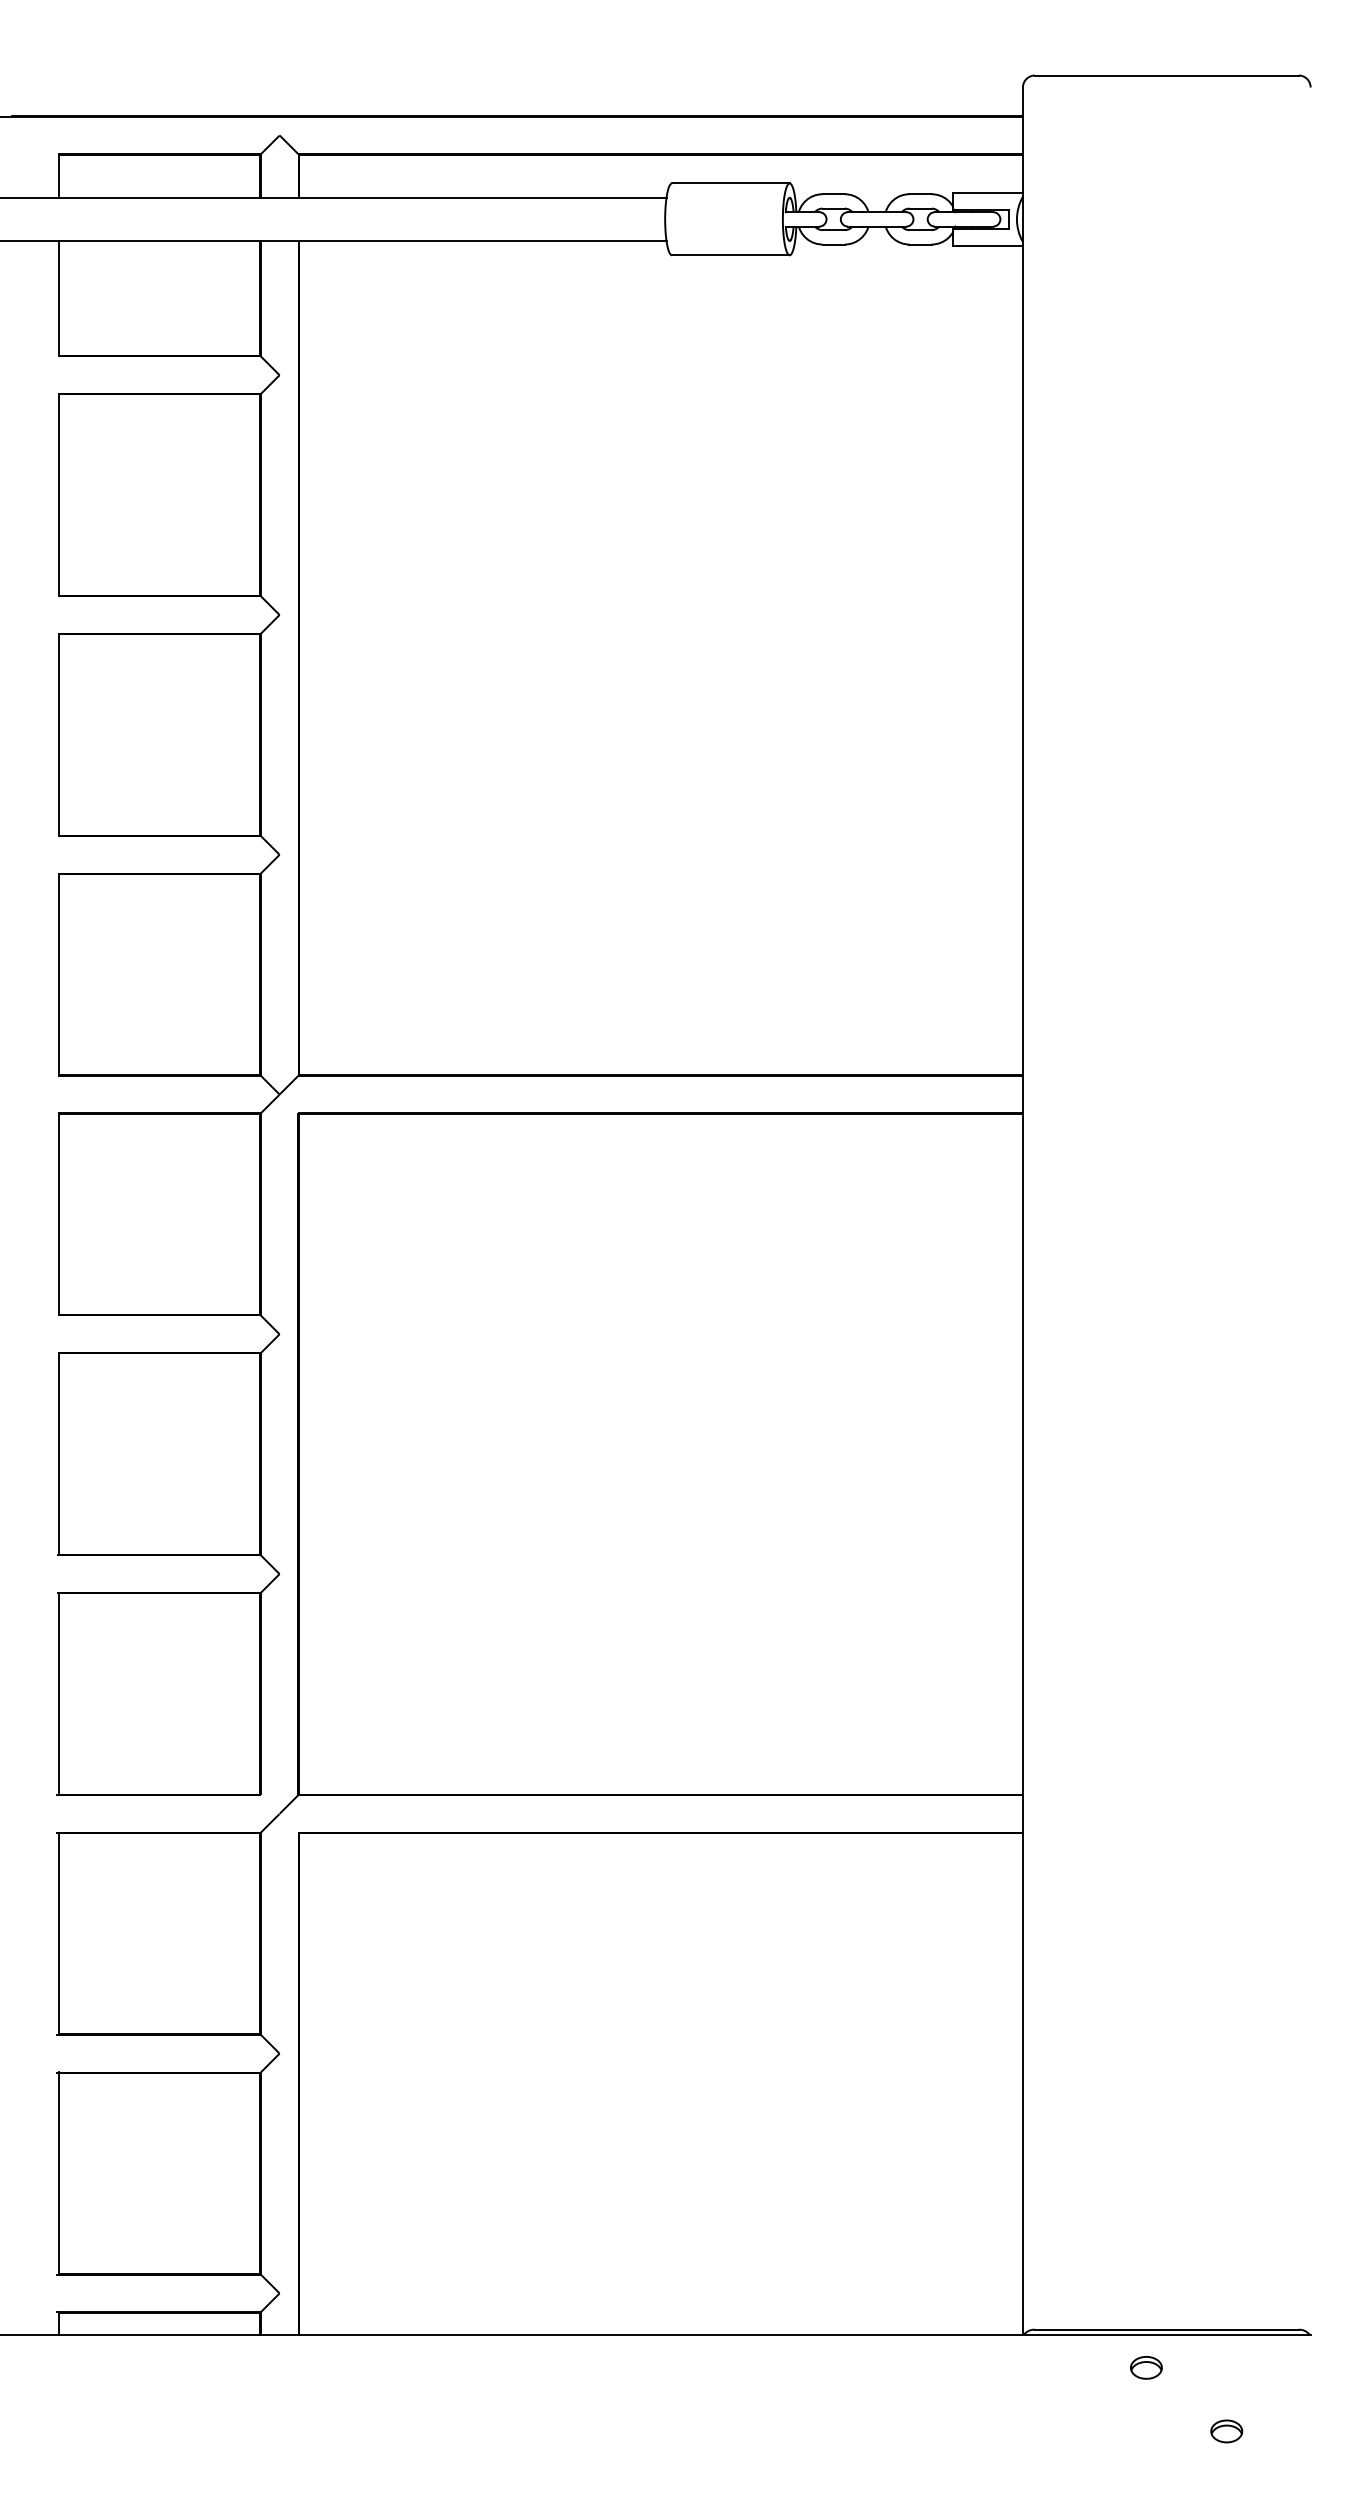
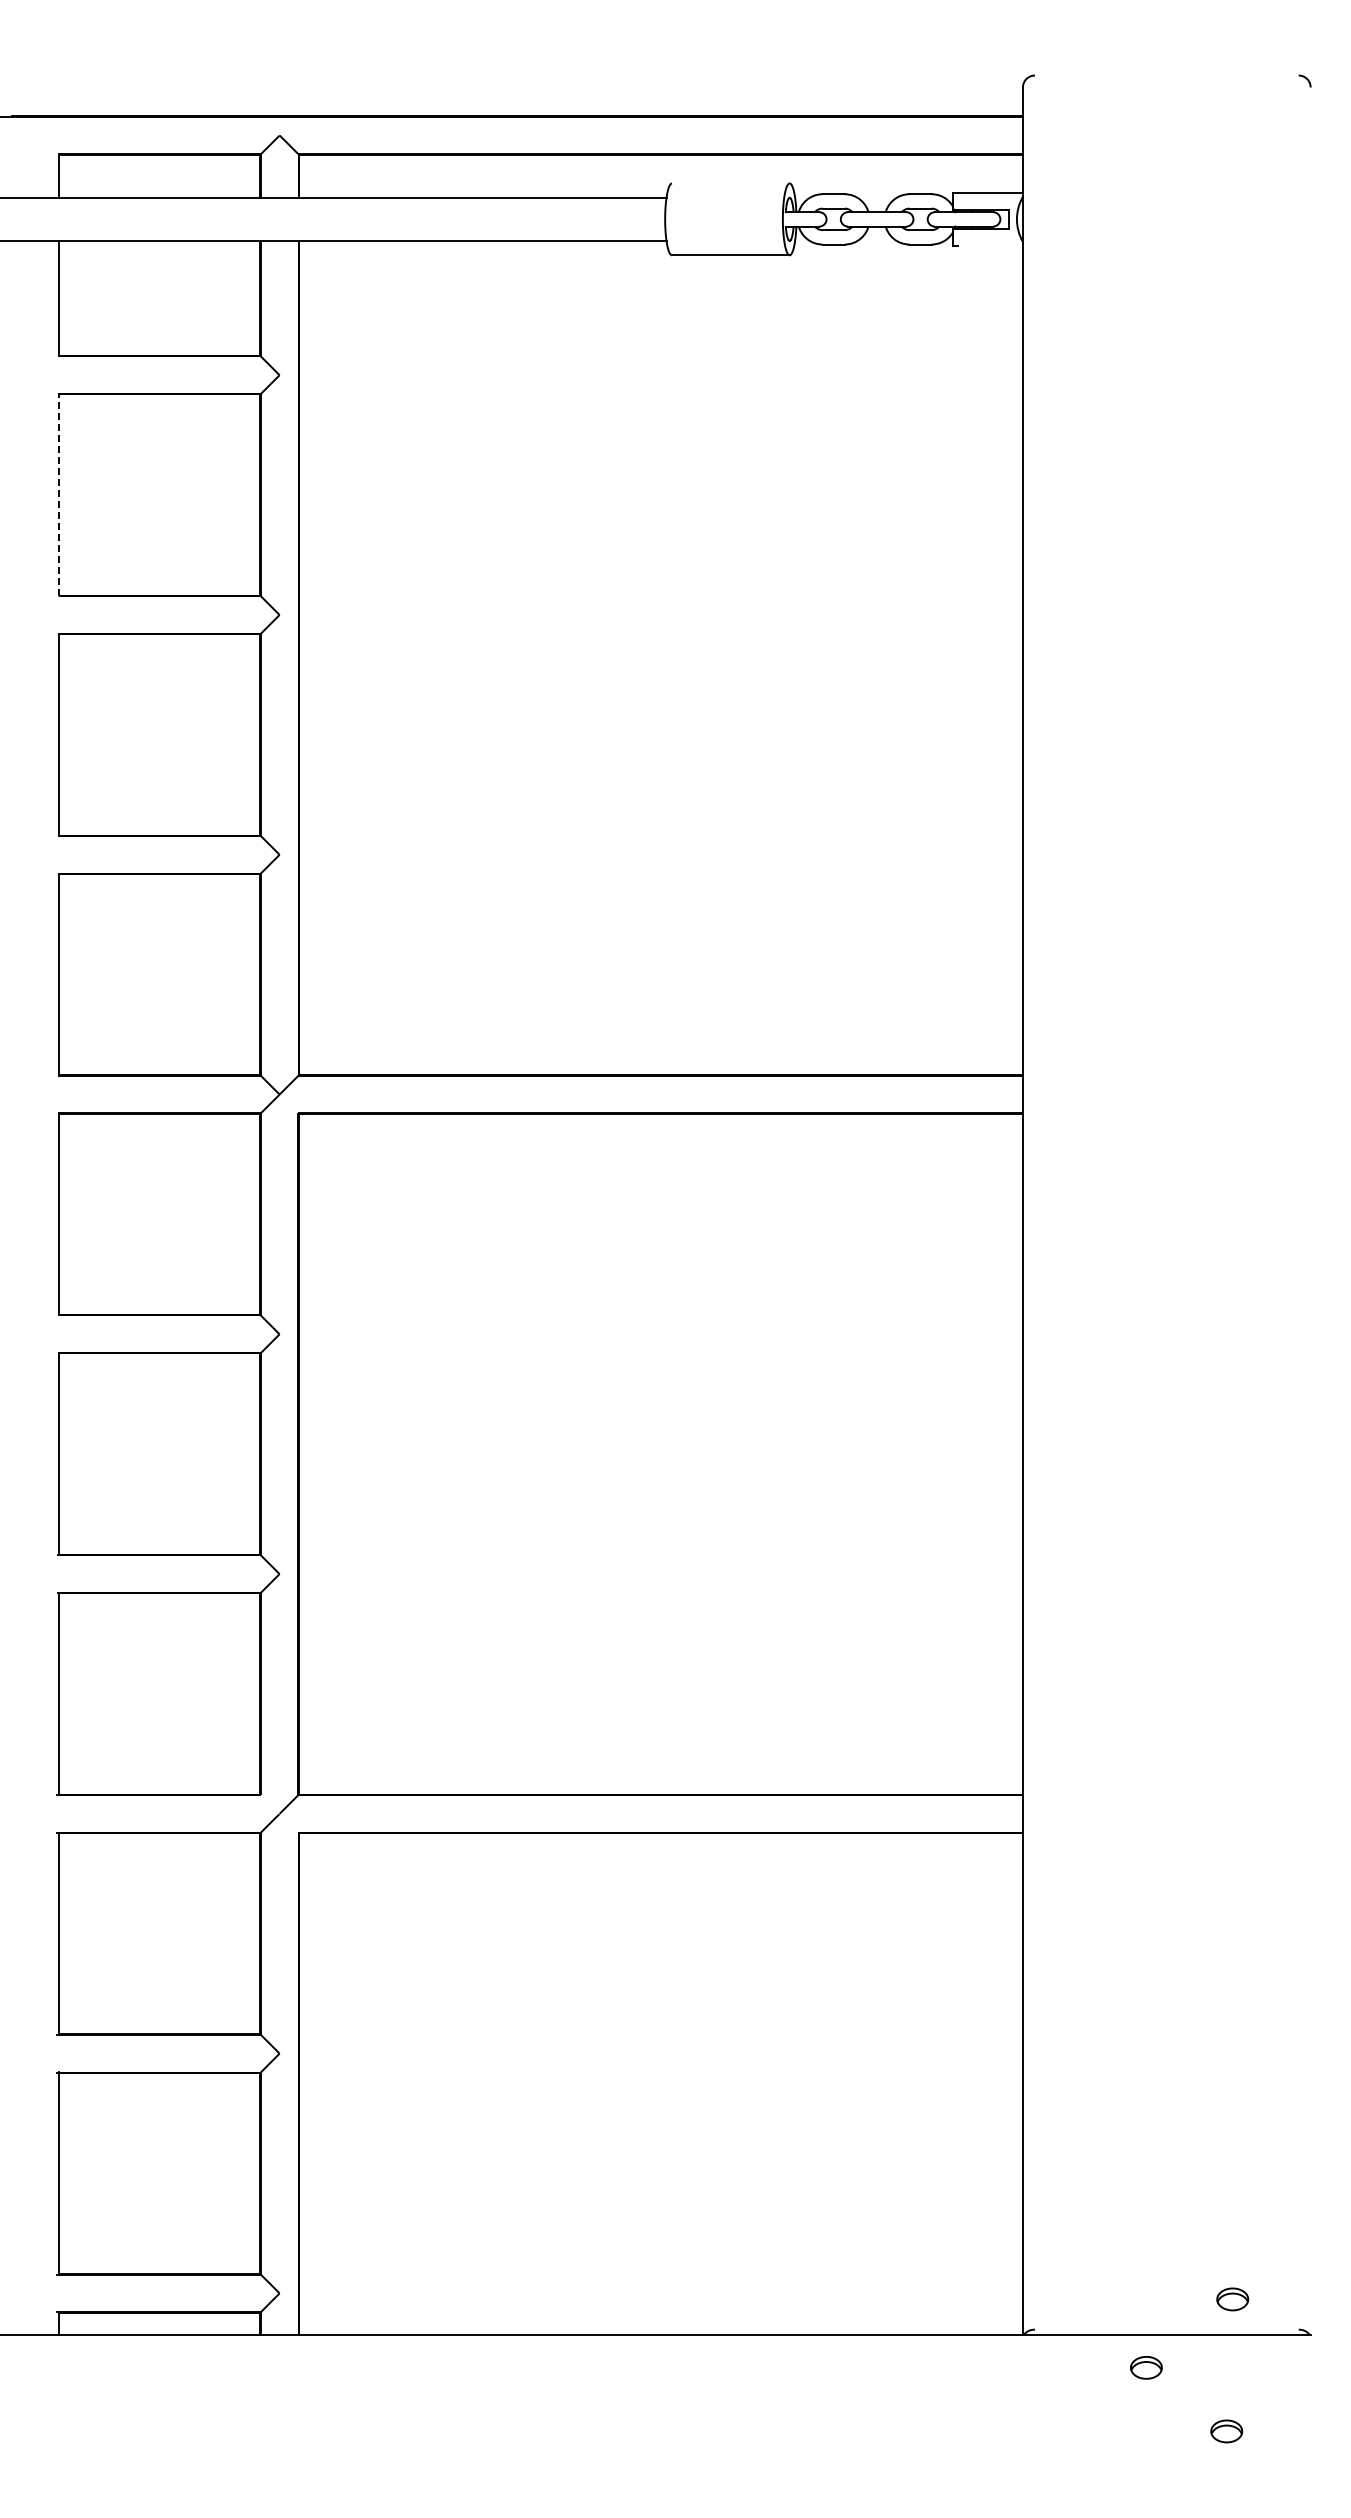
line at (1166, 75): present -> none
line at (730, 183): present -> none
line at (990, 245): present -> none
line at (58, 494): solid -> dashed
part at (1232, 2299): none -> present
line at (1166, 2329): present -> none
